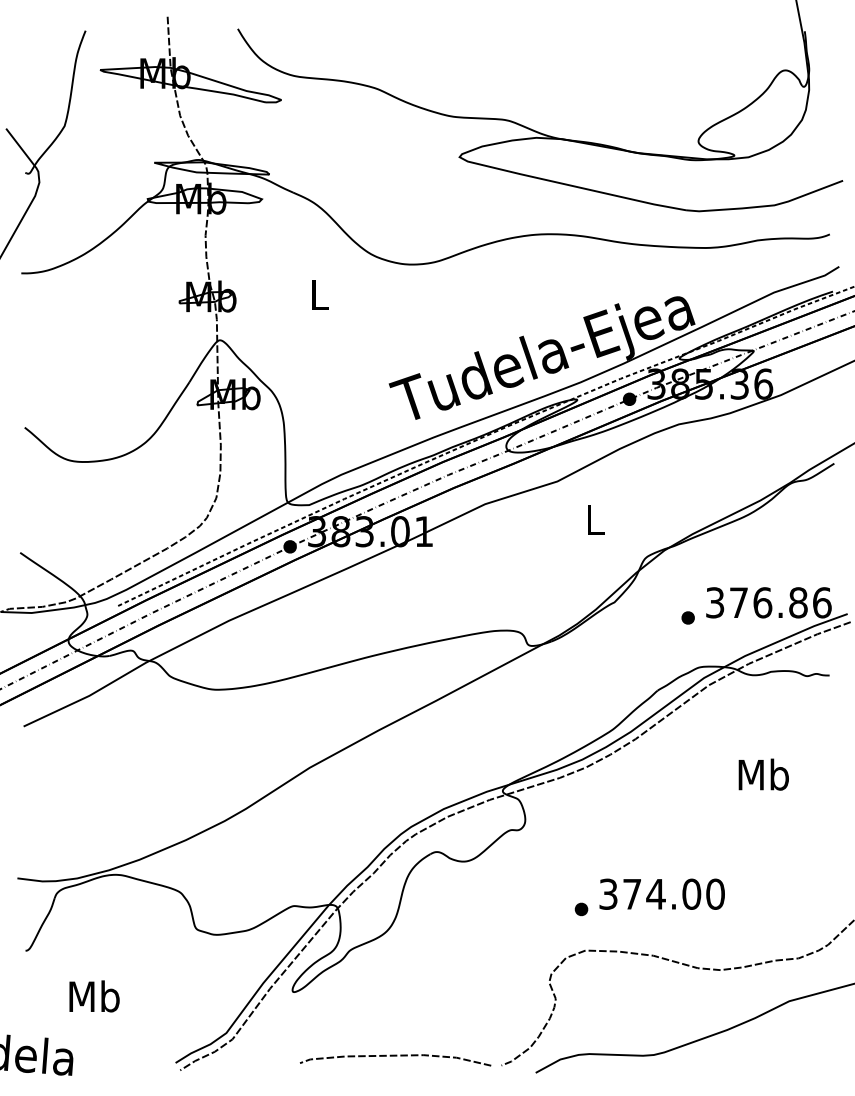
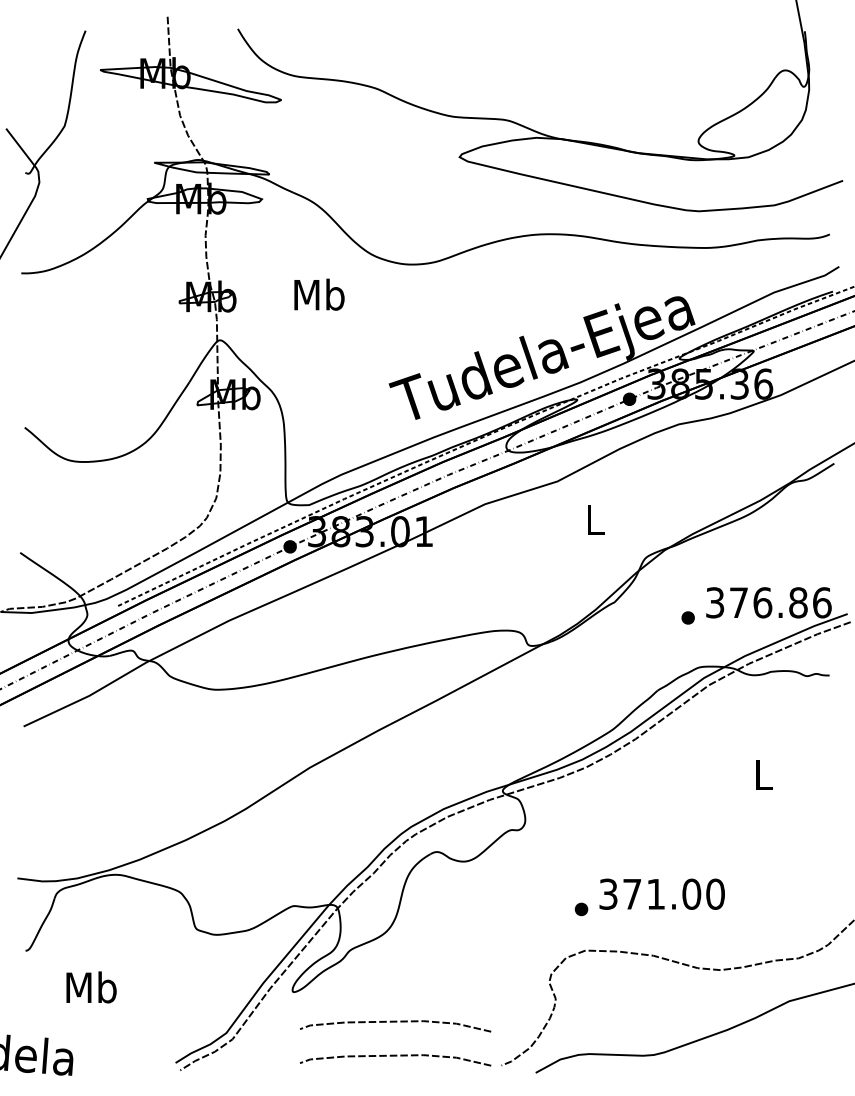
text at (319, 294): L -> Mb
text at (763, 774): Mb -> L
text at (655, 894): 374.00 -> 371.00
text at (94, 996) position: (94, 996) -> (91, 987)
curve at (395, 1022): none -> present
